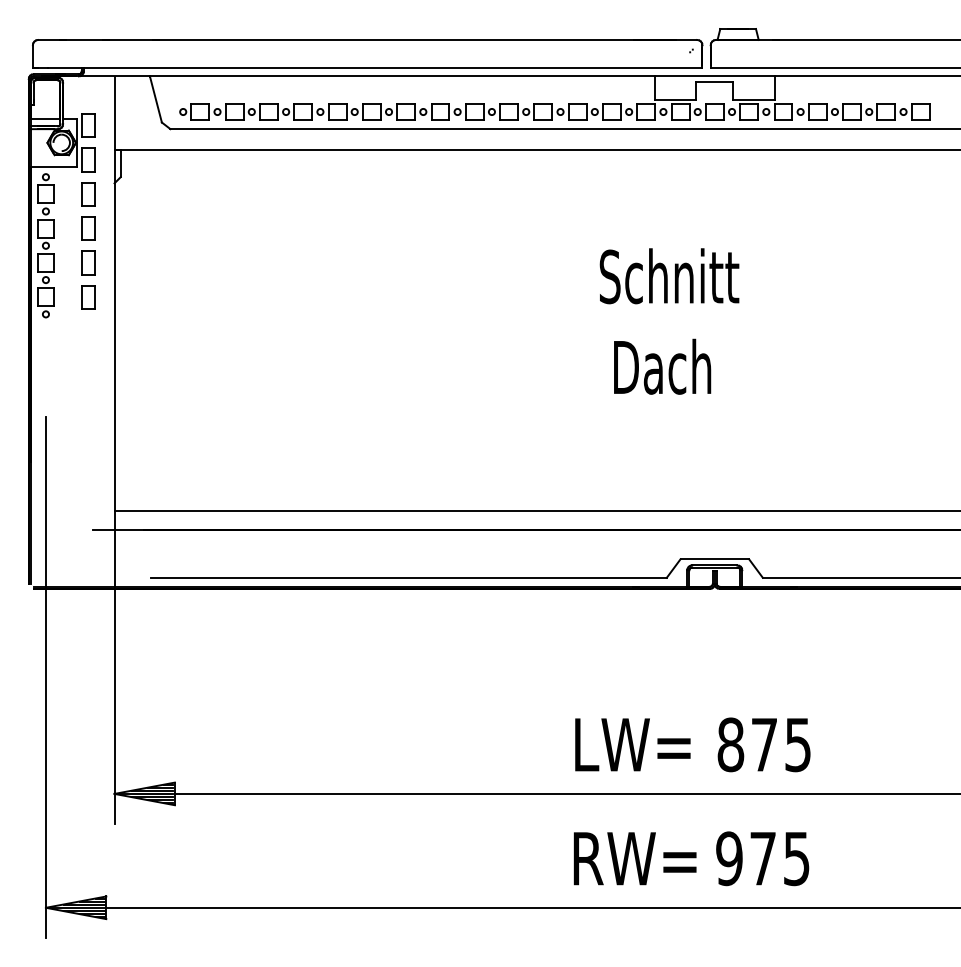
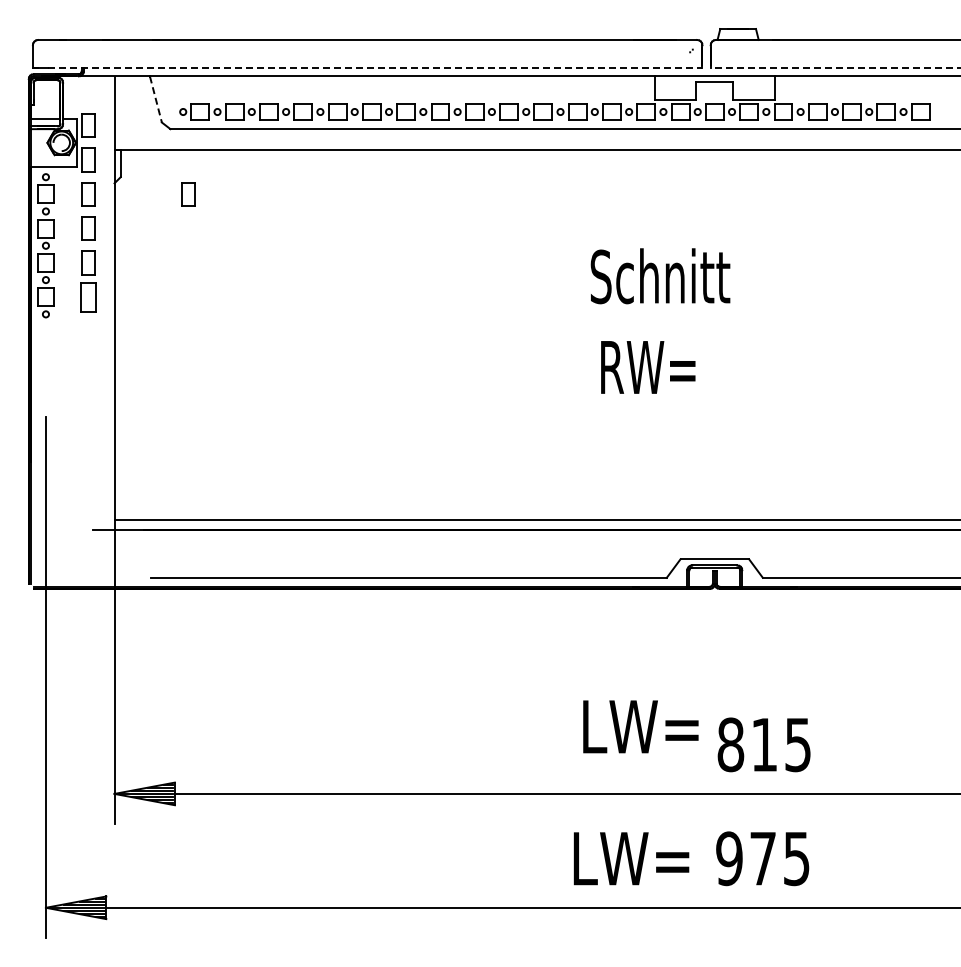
line at (375, 68): solid -> dashed
line at (835, 68): solid -> dashed
line at (155, 99): solid -> dashed
part at (188, 194): none -> present
text at (669, 276) position: (669, 276) -> (660, 276)
part at (88, 297) size: 15x25 px -> 17x31 px
text at (656, 366): Dach -> RW=
line at (535, 510) position: (535, 510) -> (535, 519)
text at (632, 744) position: (632, 744) -> (640, 726)
text at (764, 744): 875 -> 815
text at (637, 858): RW= -> LW=
